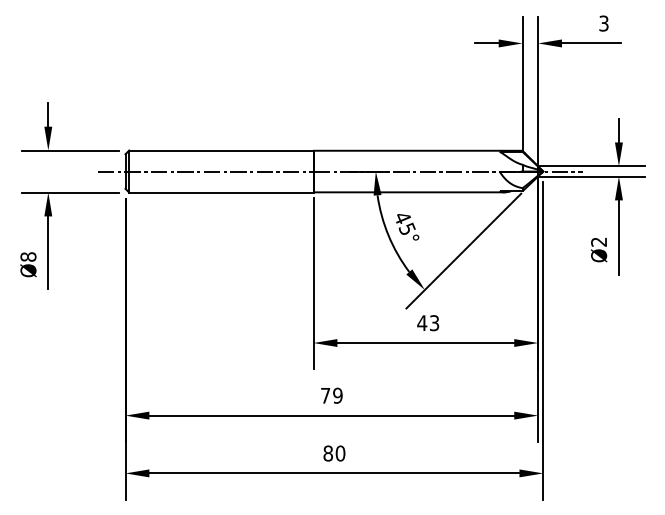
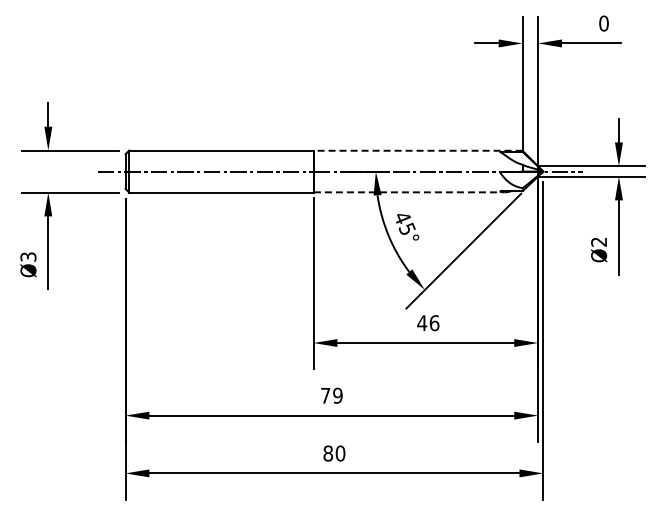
text at (603, 23): 3 -> 0
line at (417, 150): solid -> dashed
line at (409, 192): solid -> dashed
text at (28, 256): Ø8 -> Ø3
text at (434, 323): 43 -> 46
